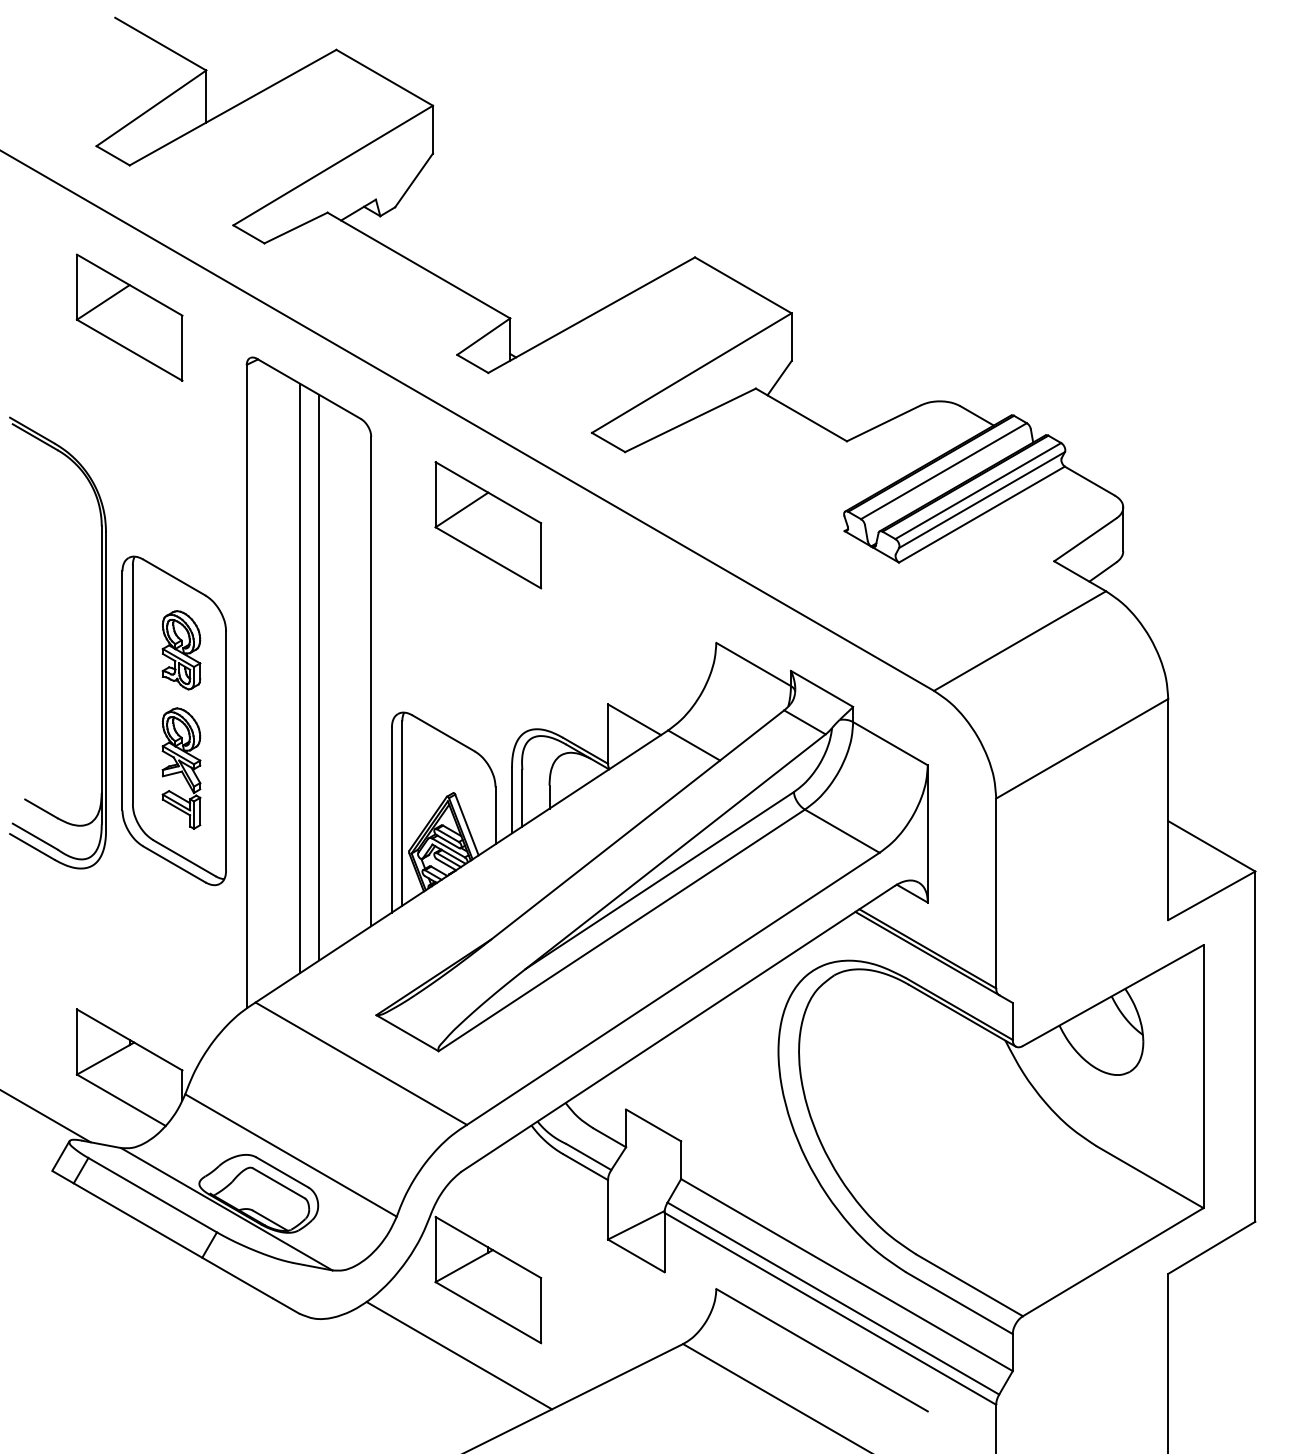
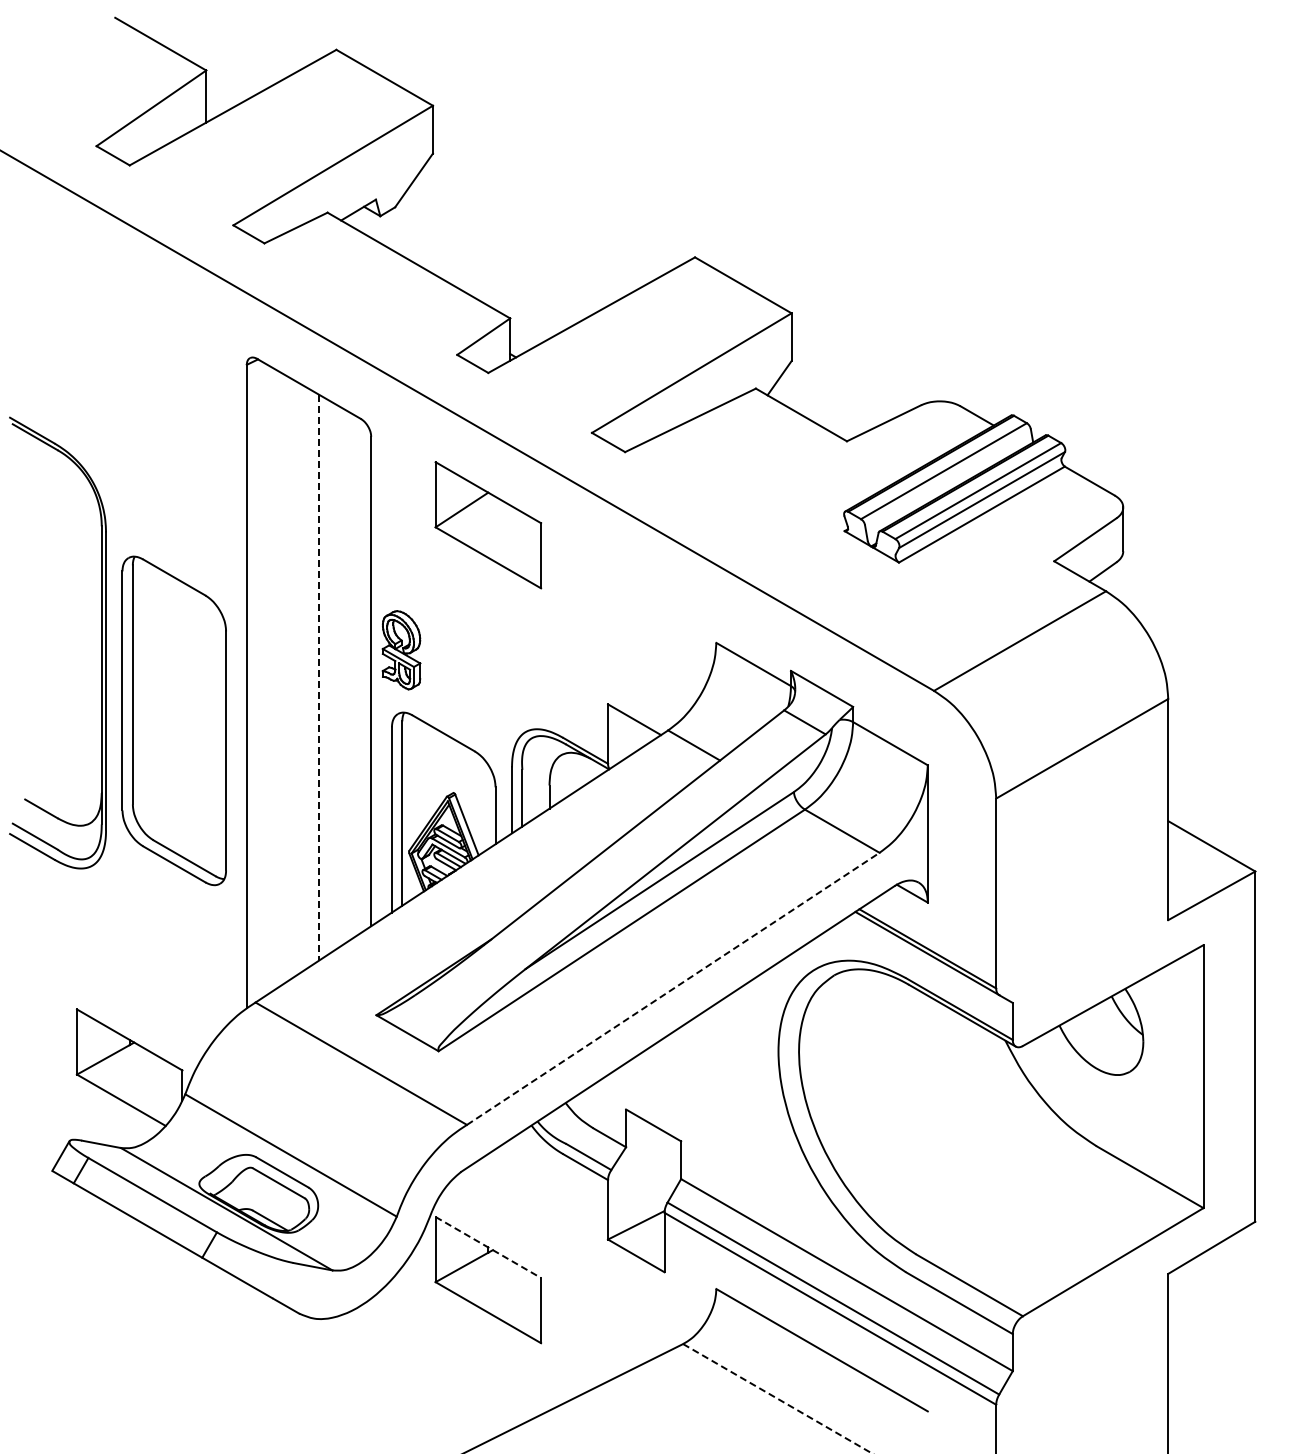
part at (129, 317): present -> none
part at (181, 650) position: (181, 650) -> (401, 650)
line at (319, 677): solid -> dashed
line at (299, 678): present -> none
part at (181, 768): present -> none
line at (673, 988): solid -> dashed
line at (46, 1116): present -> none
line at (488, 1247): solid -> dashed
line at (459, 1355): present -> none
line at (778, 1399): solid -> dashed
